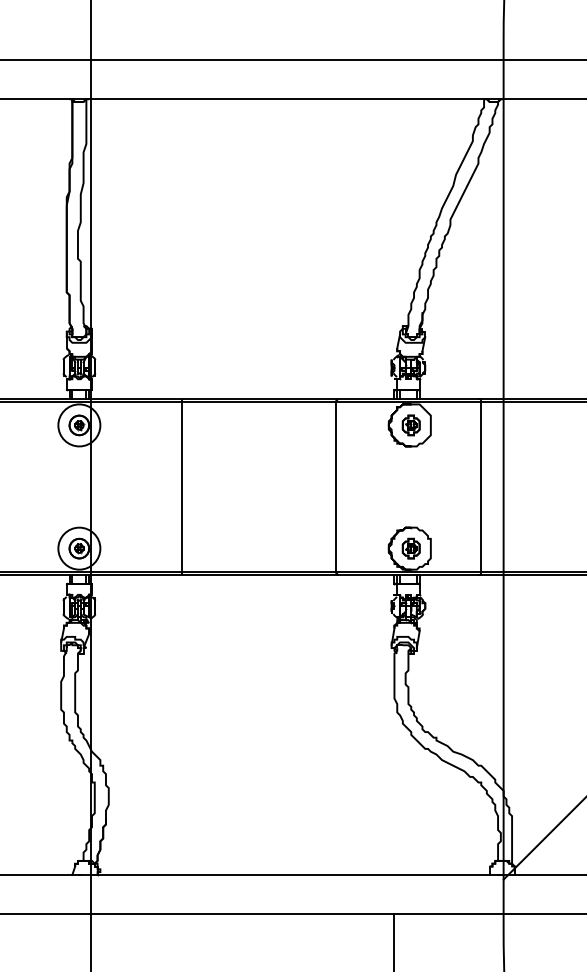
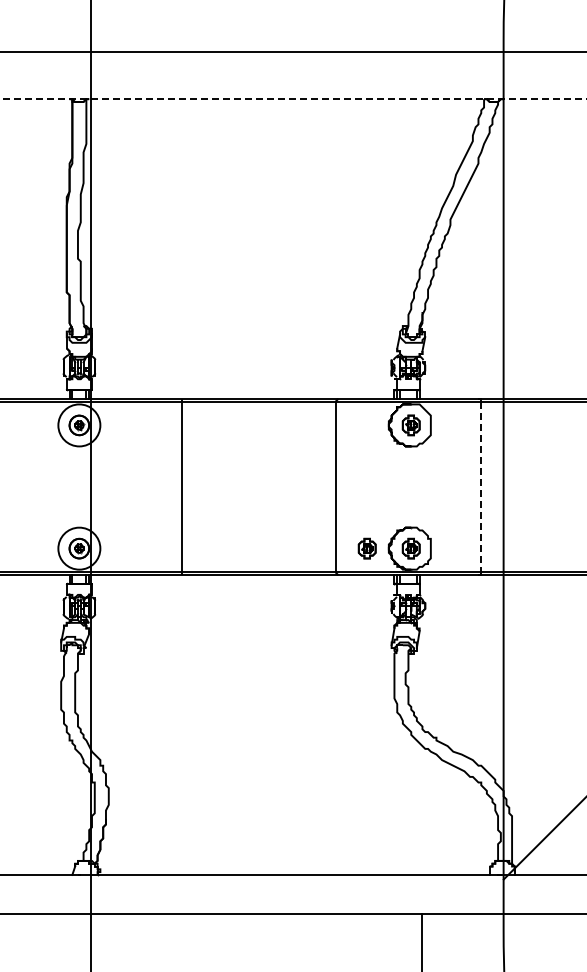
line at (292, 59) position: (292, 59) -> (292, 51)
line at (293, 99): solid -> dashed
line at (481, 487): solid -> dashed
part at (366, 548): none -> present
line at (394, 941) position: (394, 941) -> (422, 941)
